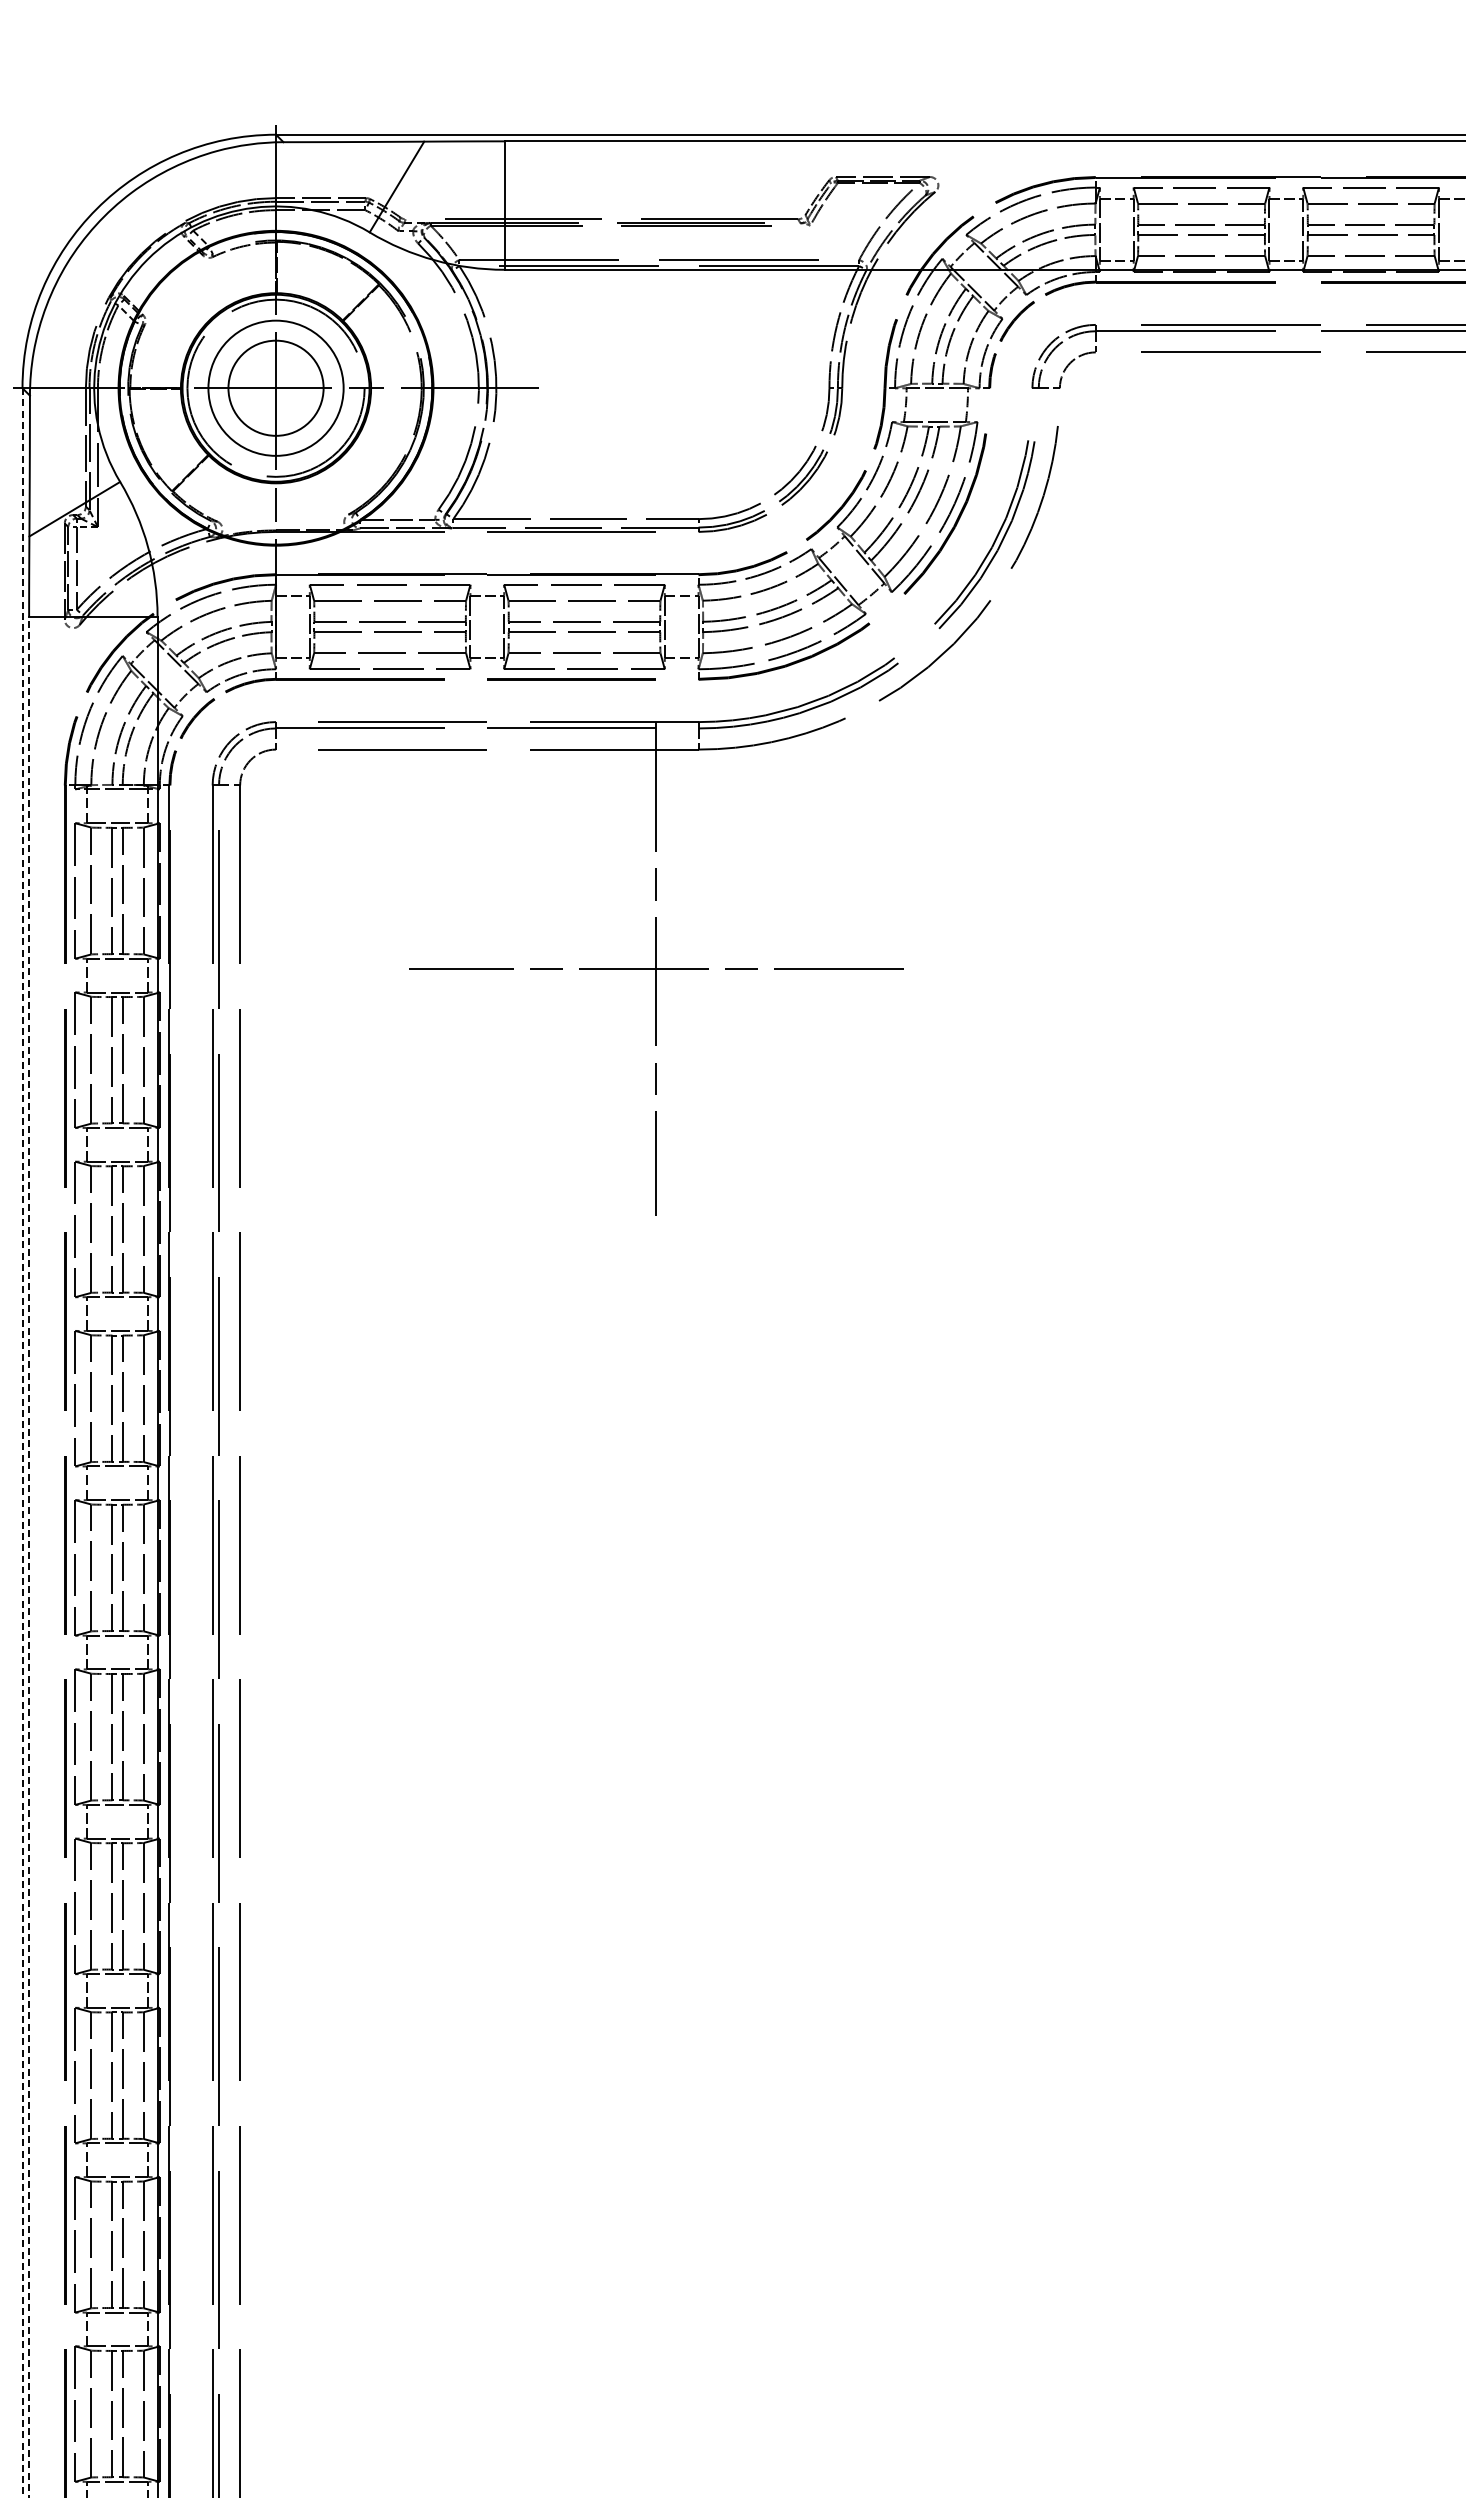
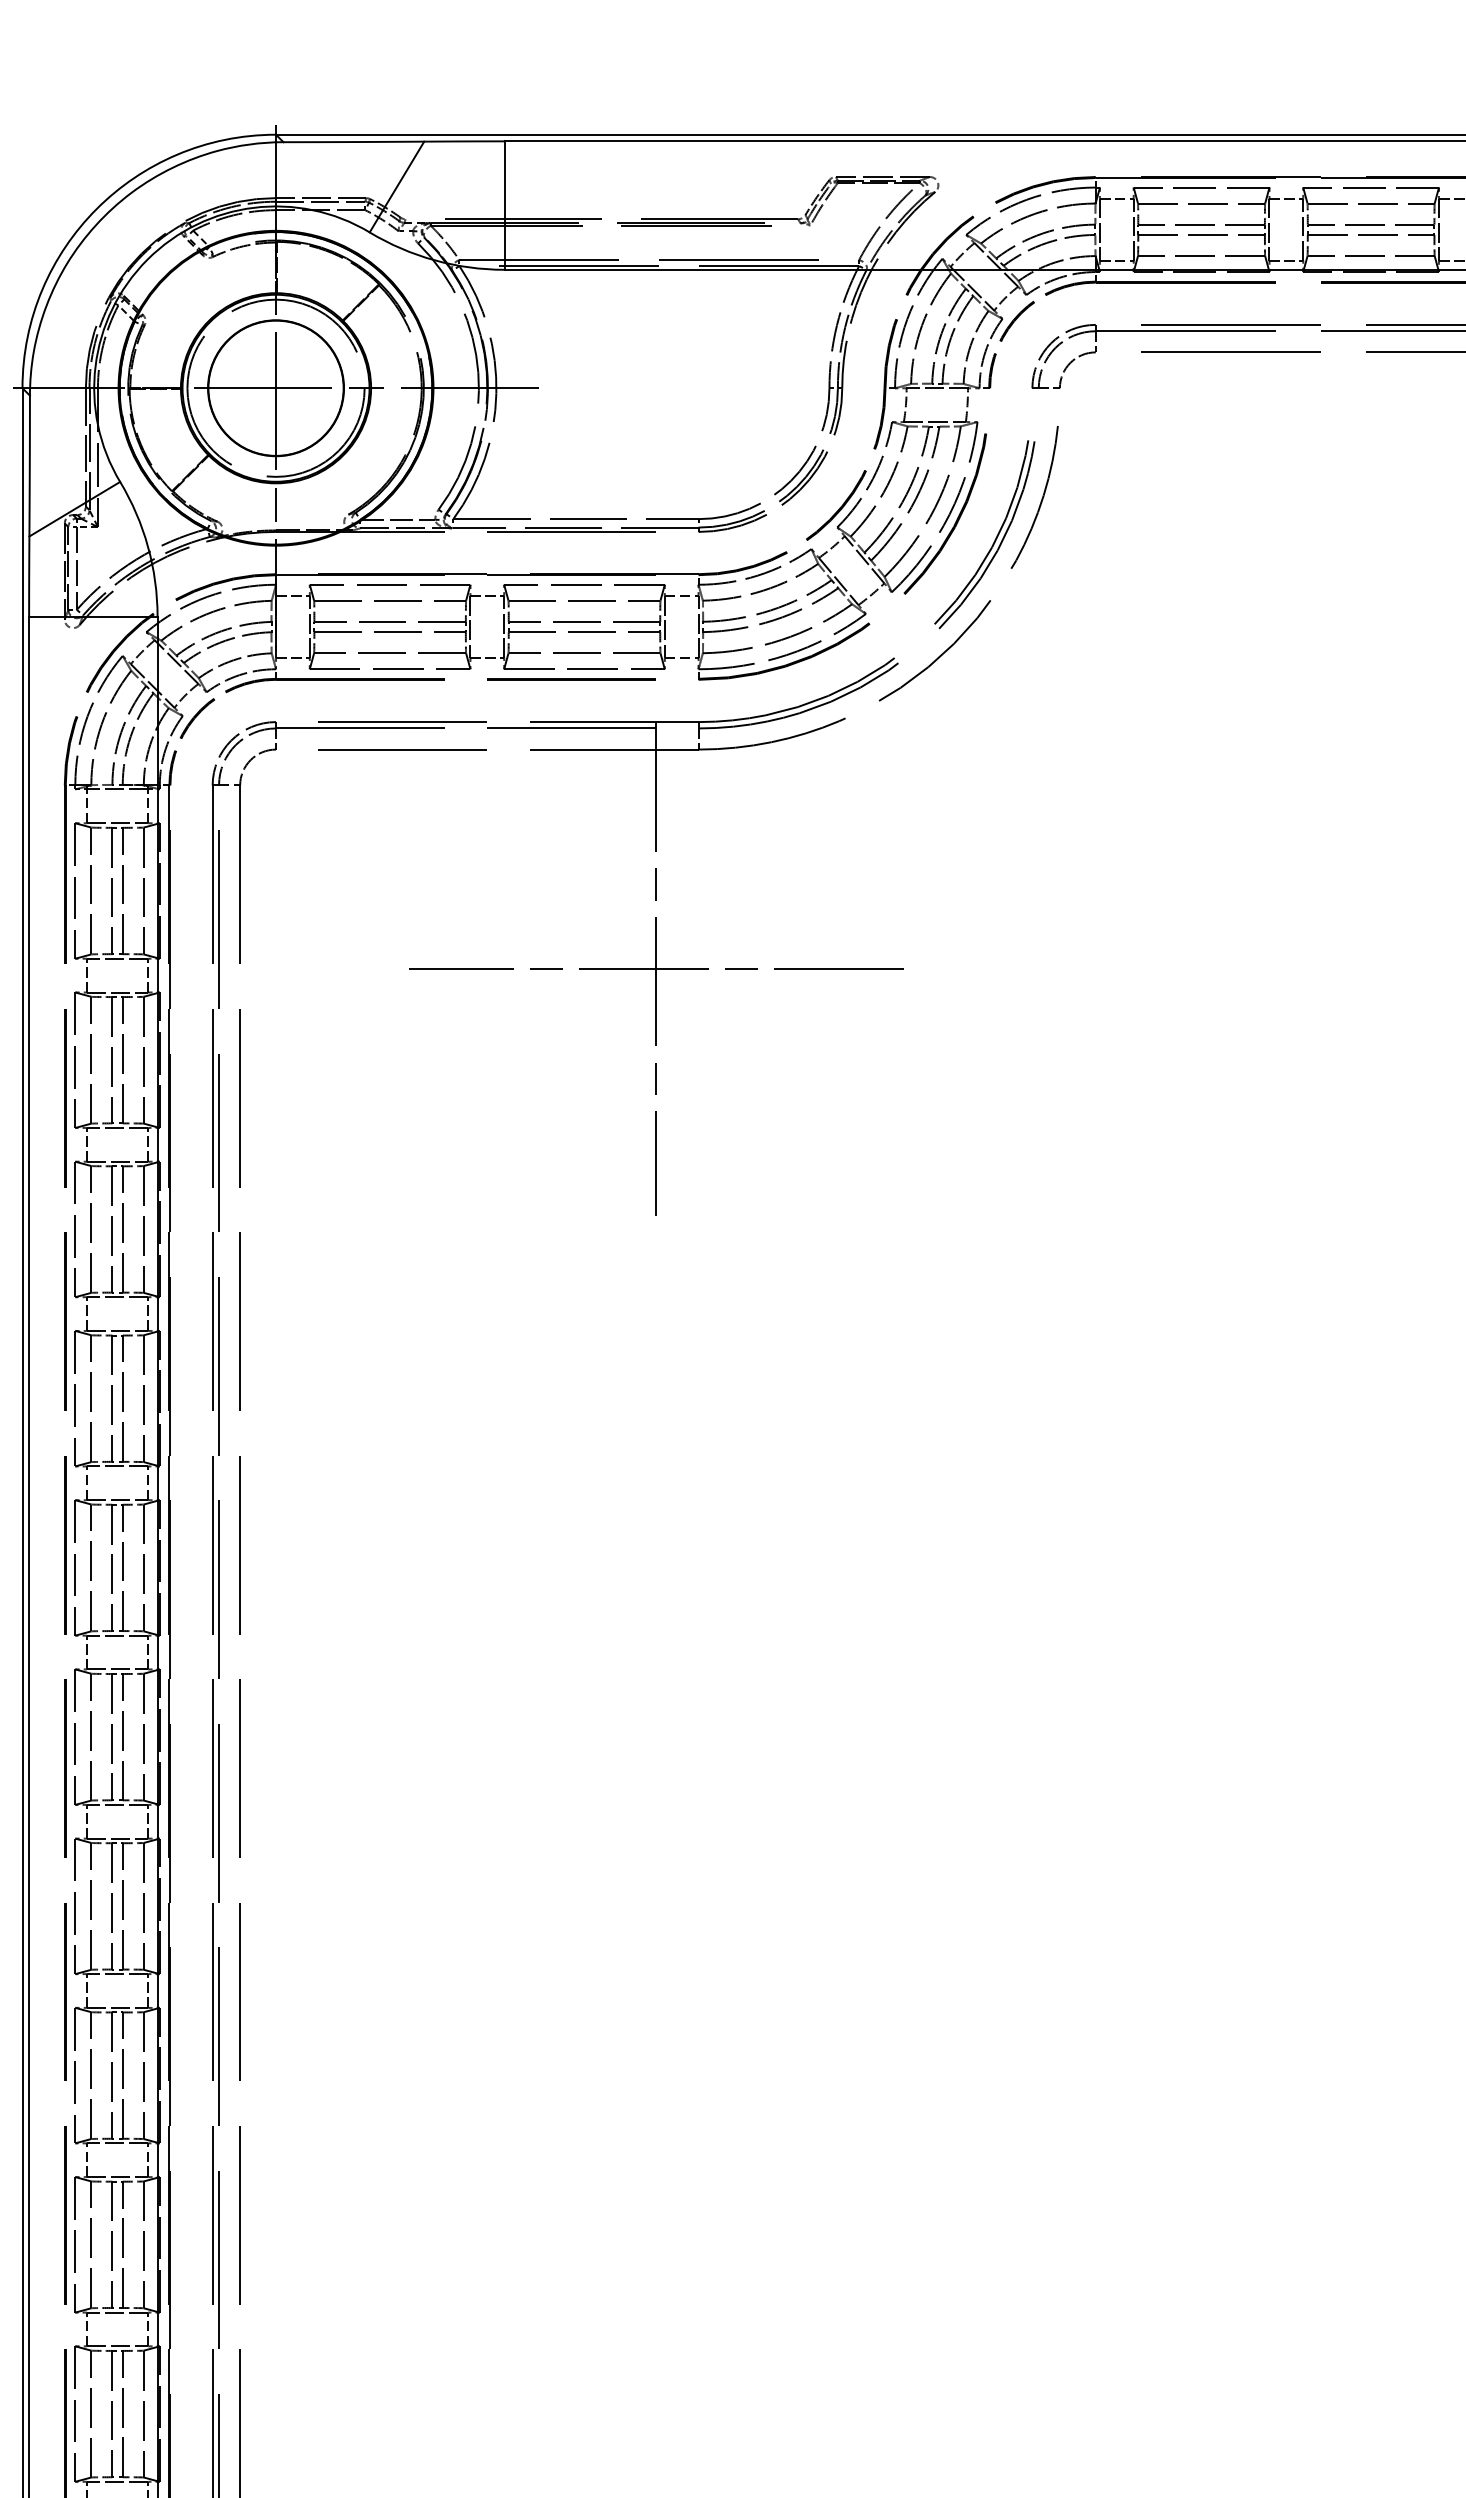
circle at (275, 387) diameter: 95 px -> 136 px
line at (22, 1443): dashed -> solid
line at (29, 1556): dashed -> solid
